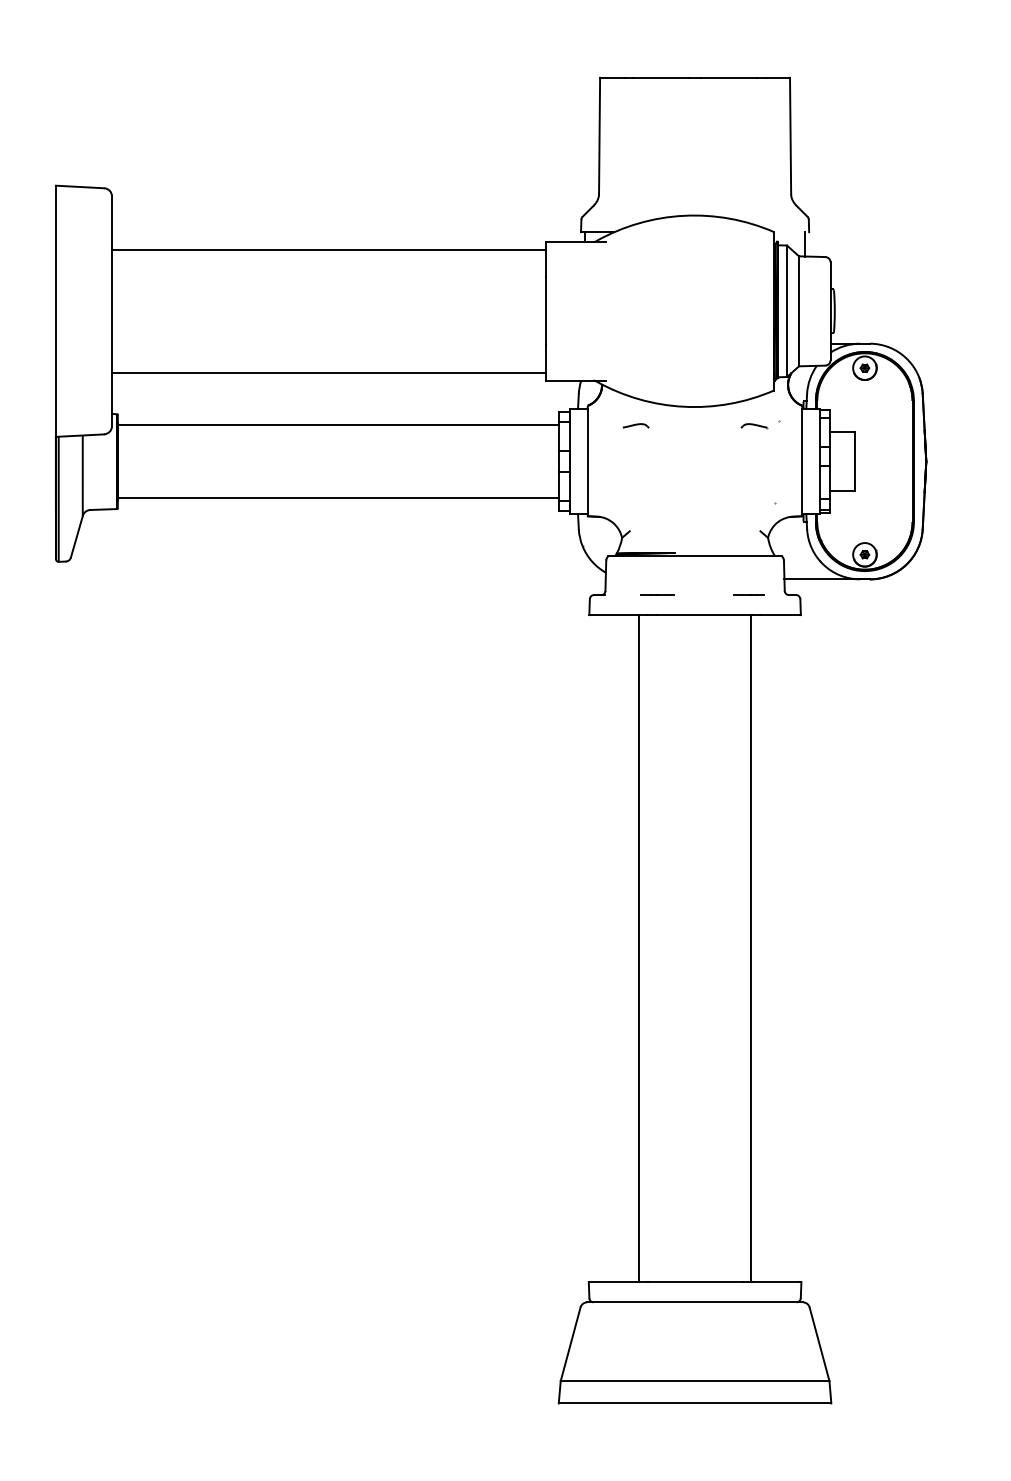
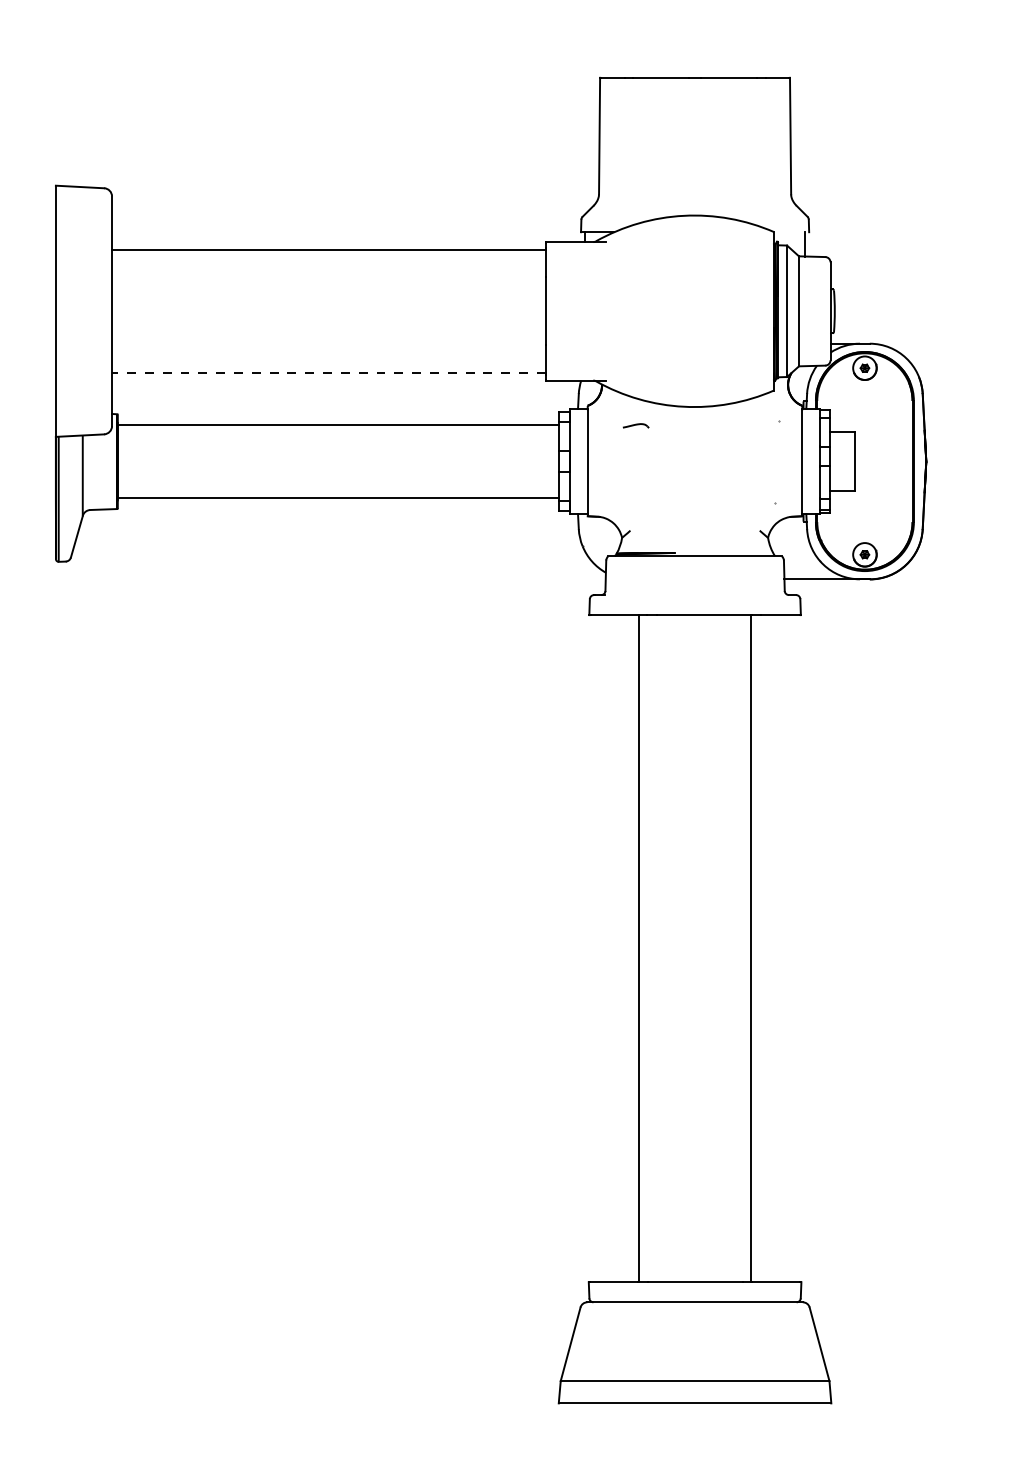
line at (328, 372): solid -> dashed
part at (754, 426): present -> none
line at (657, 594): present -> none
line at (748, 594): present -> none
